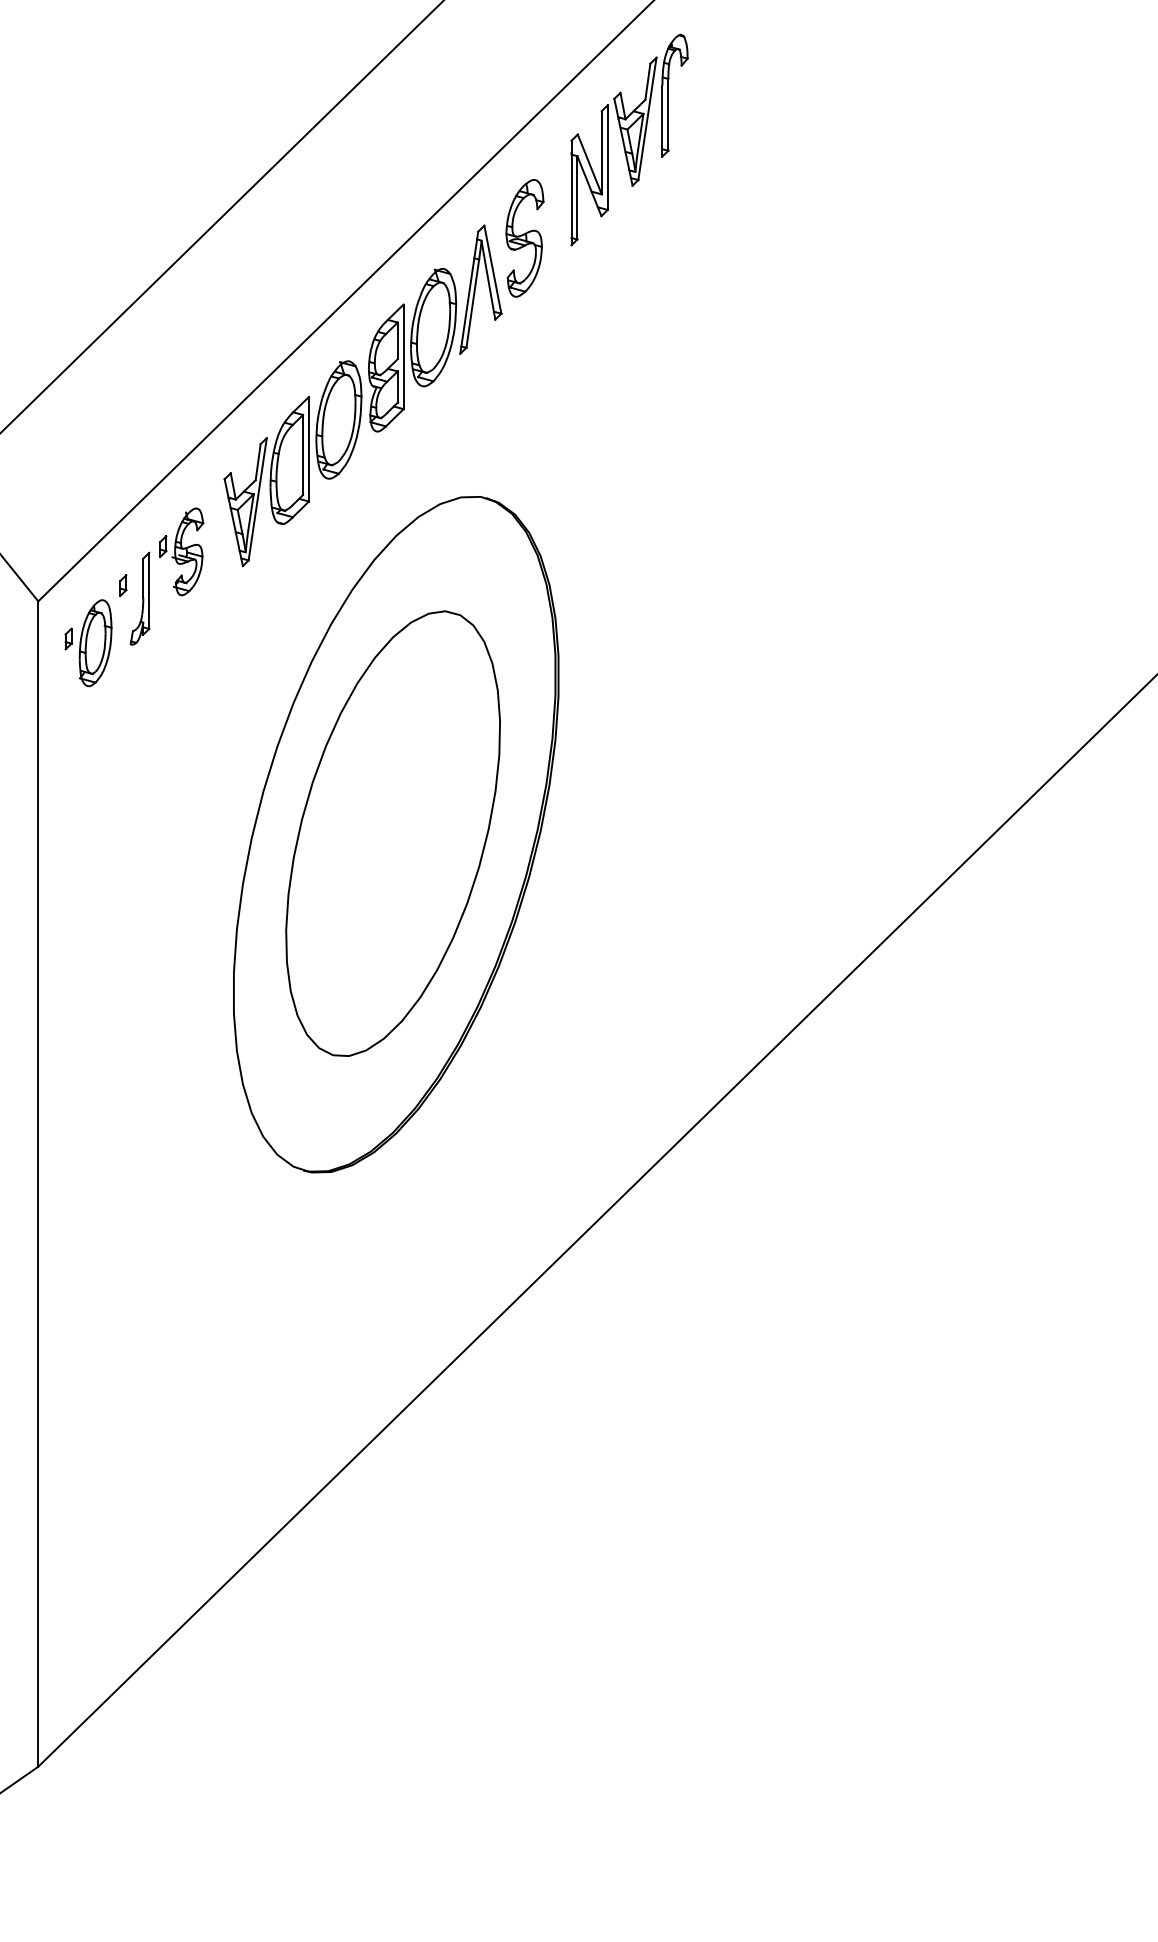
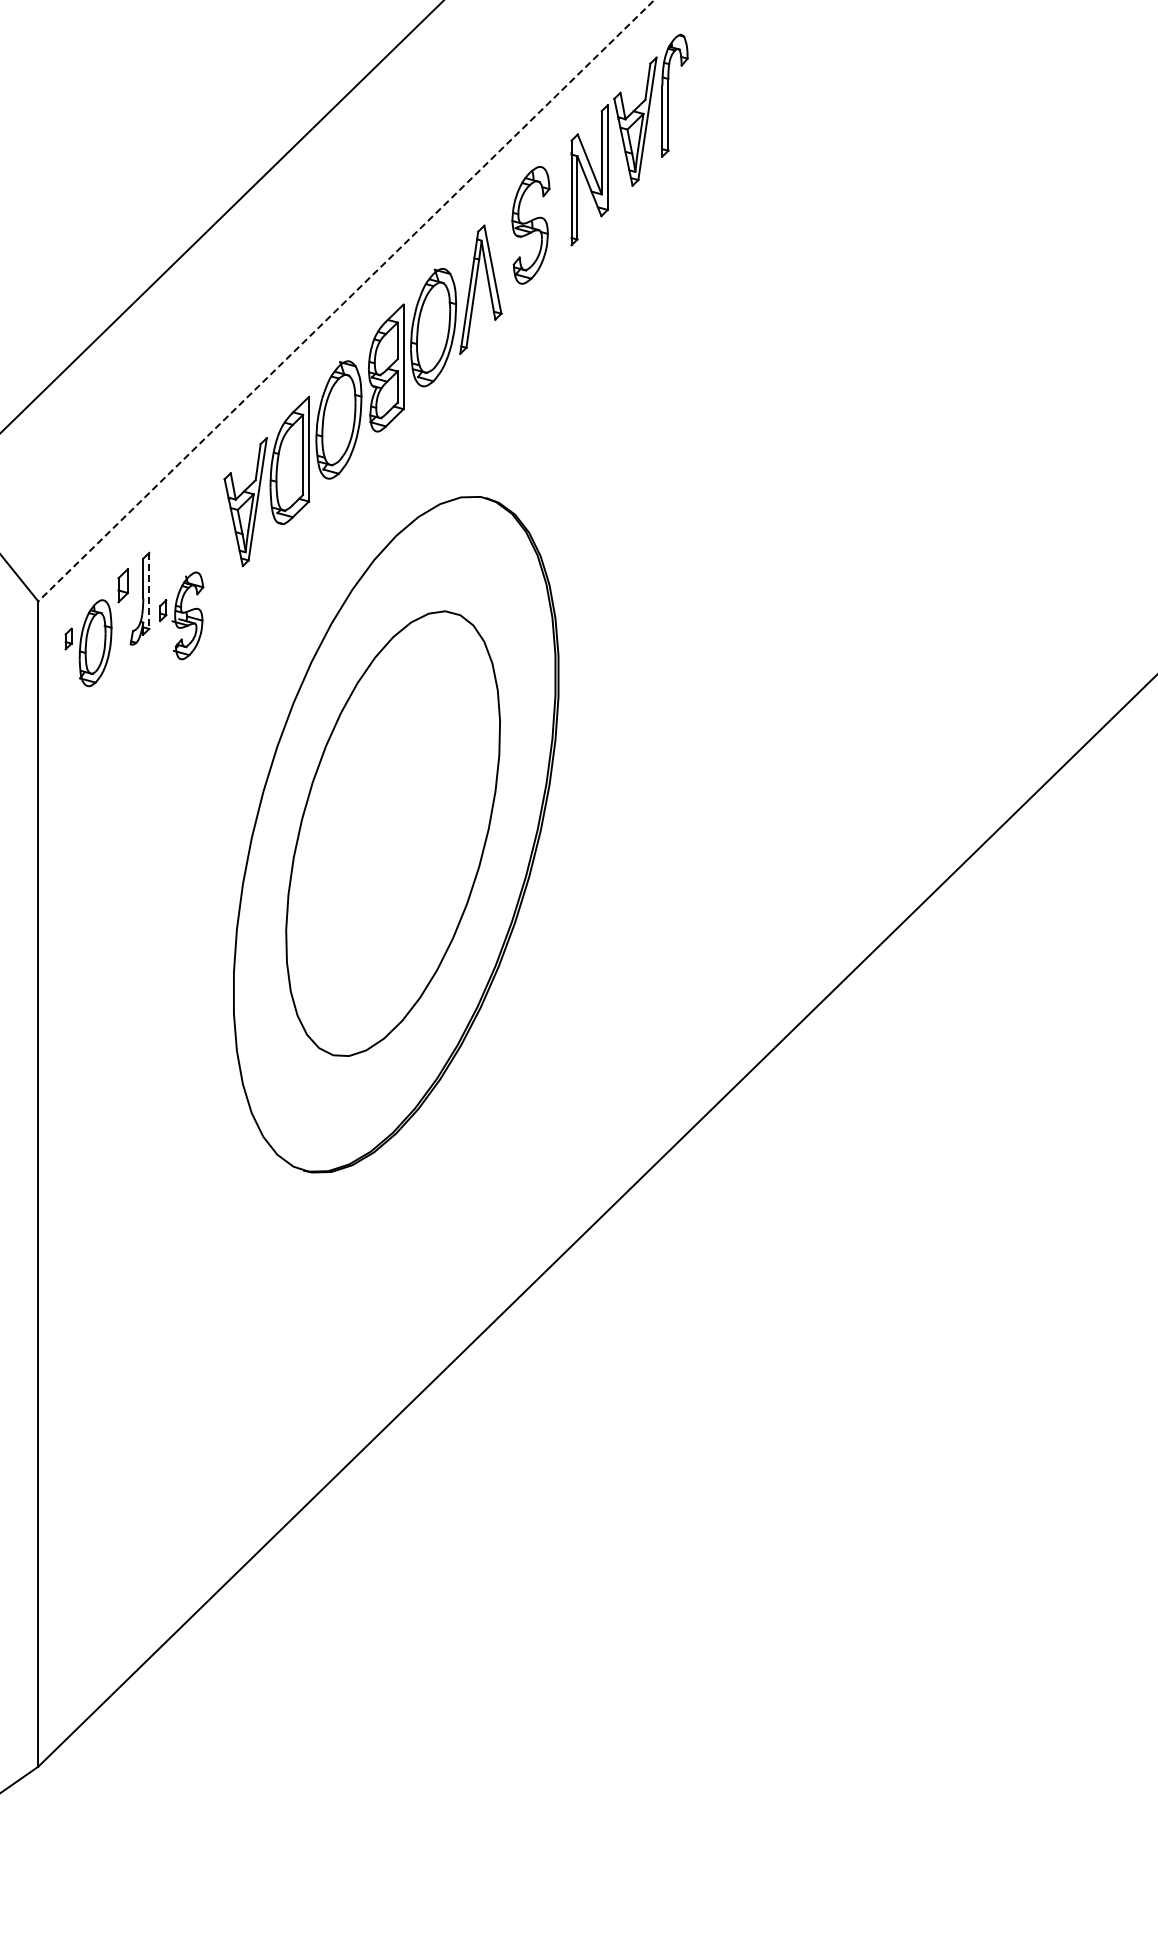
part at (524, 238) position: (524, 238) -> (530, 225)
line at (345, 301): solid -> dashed
part at (181, 551) position: (181, 551) -> (181, 615)
part at (123, 585) size: 9x23 px -> 12x36 px
line at (149, 591): solid -> dashed
